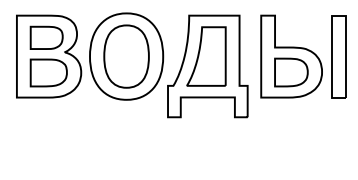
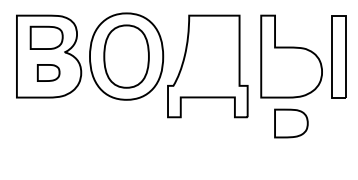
part at (206, 56): present -> none
part at (48, 72) size: 39x30 px -> 24x18 px
part at (291, 72) position: (291, 72) -> (291, 123)
